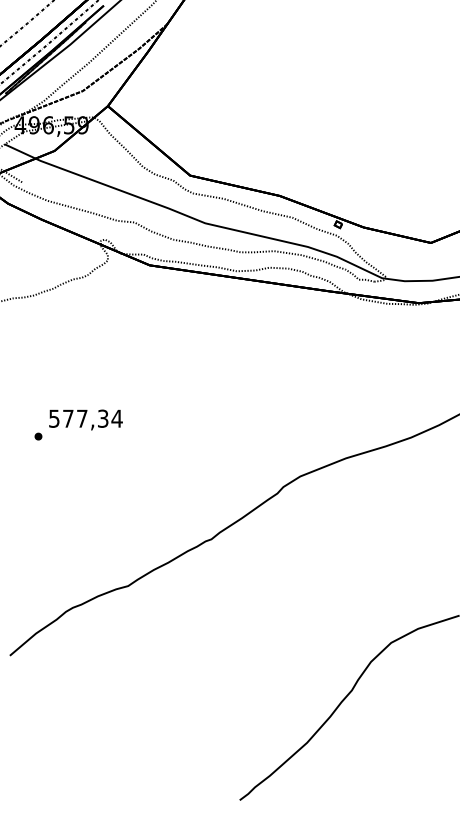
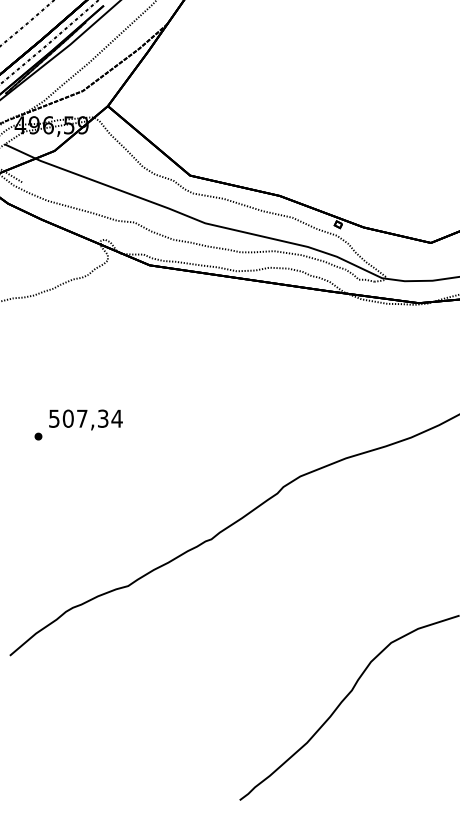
text at (67, 418): 577,34 -> 507,34
